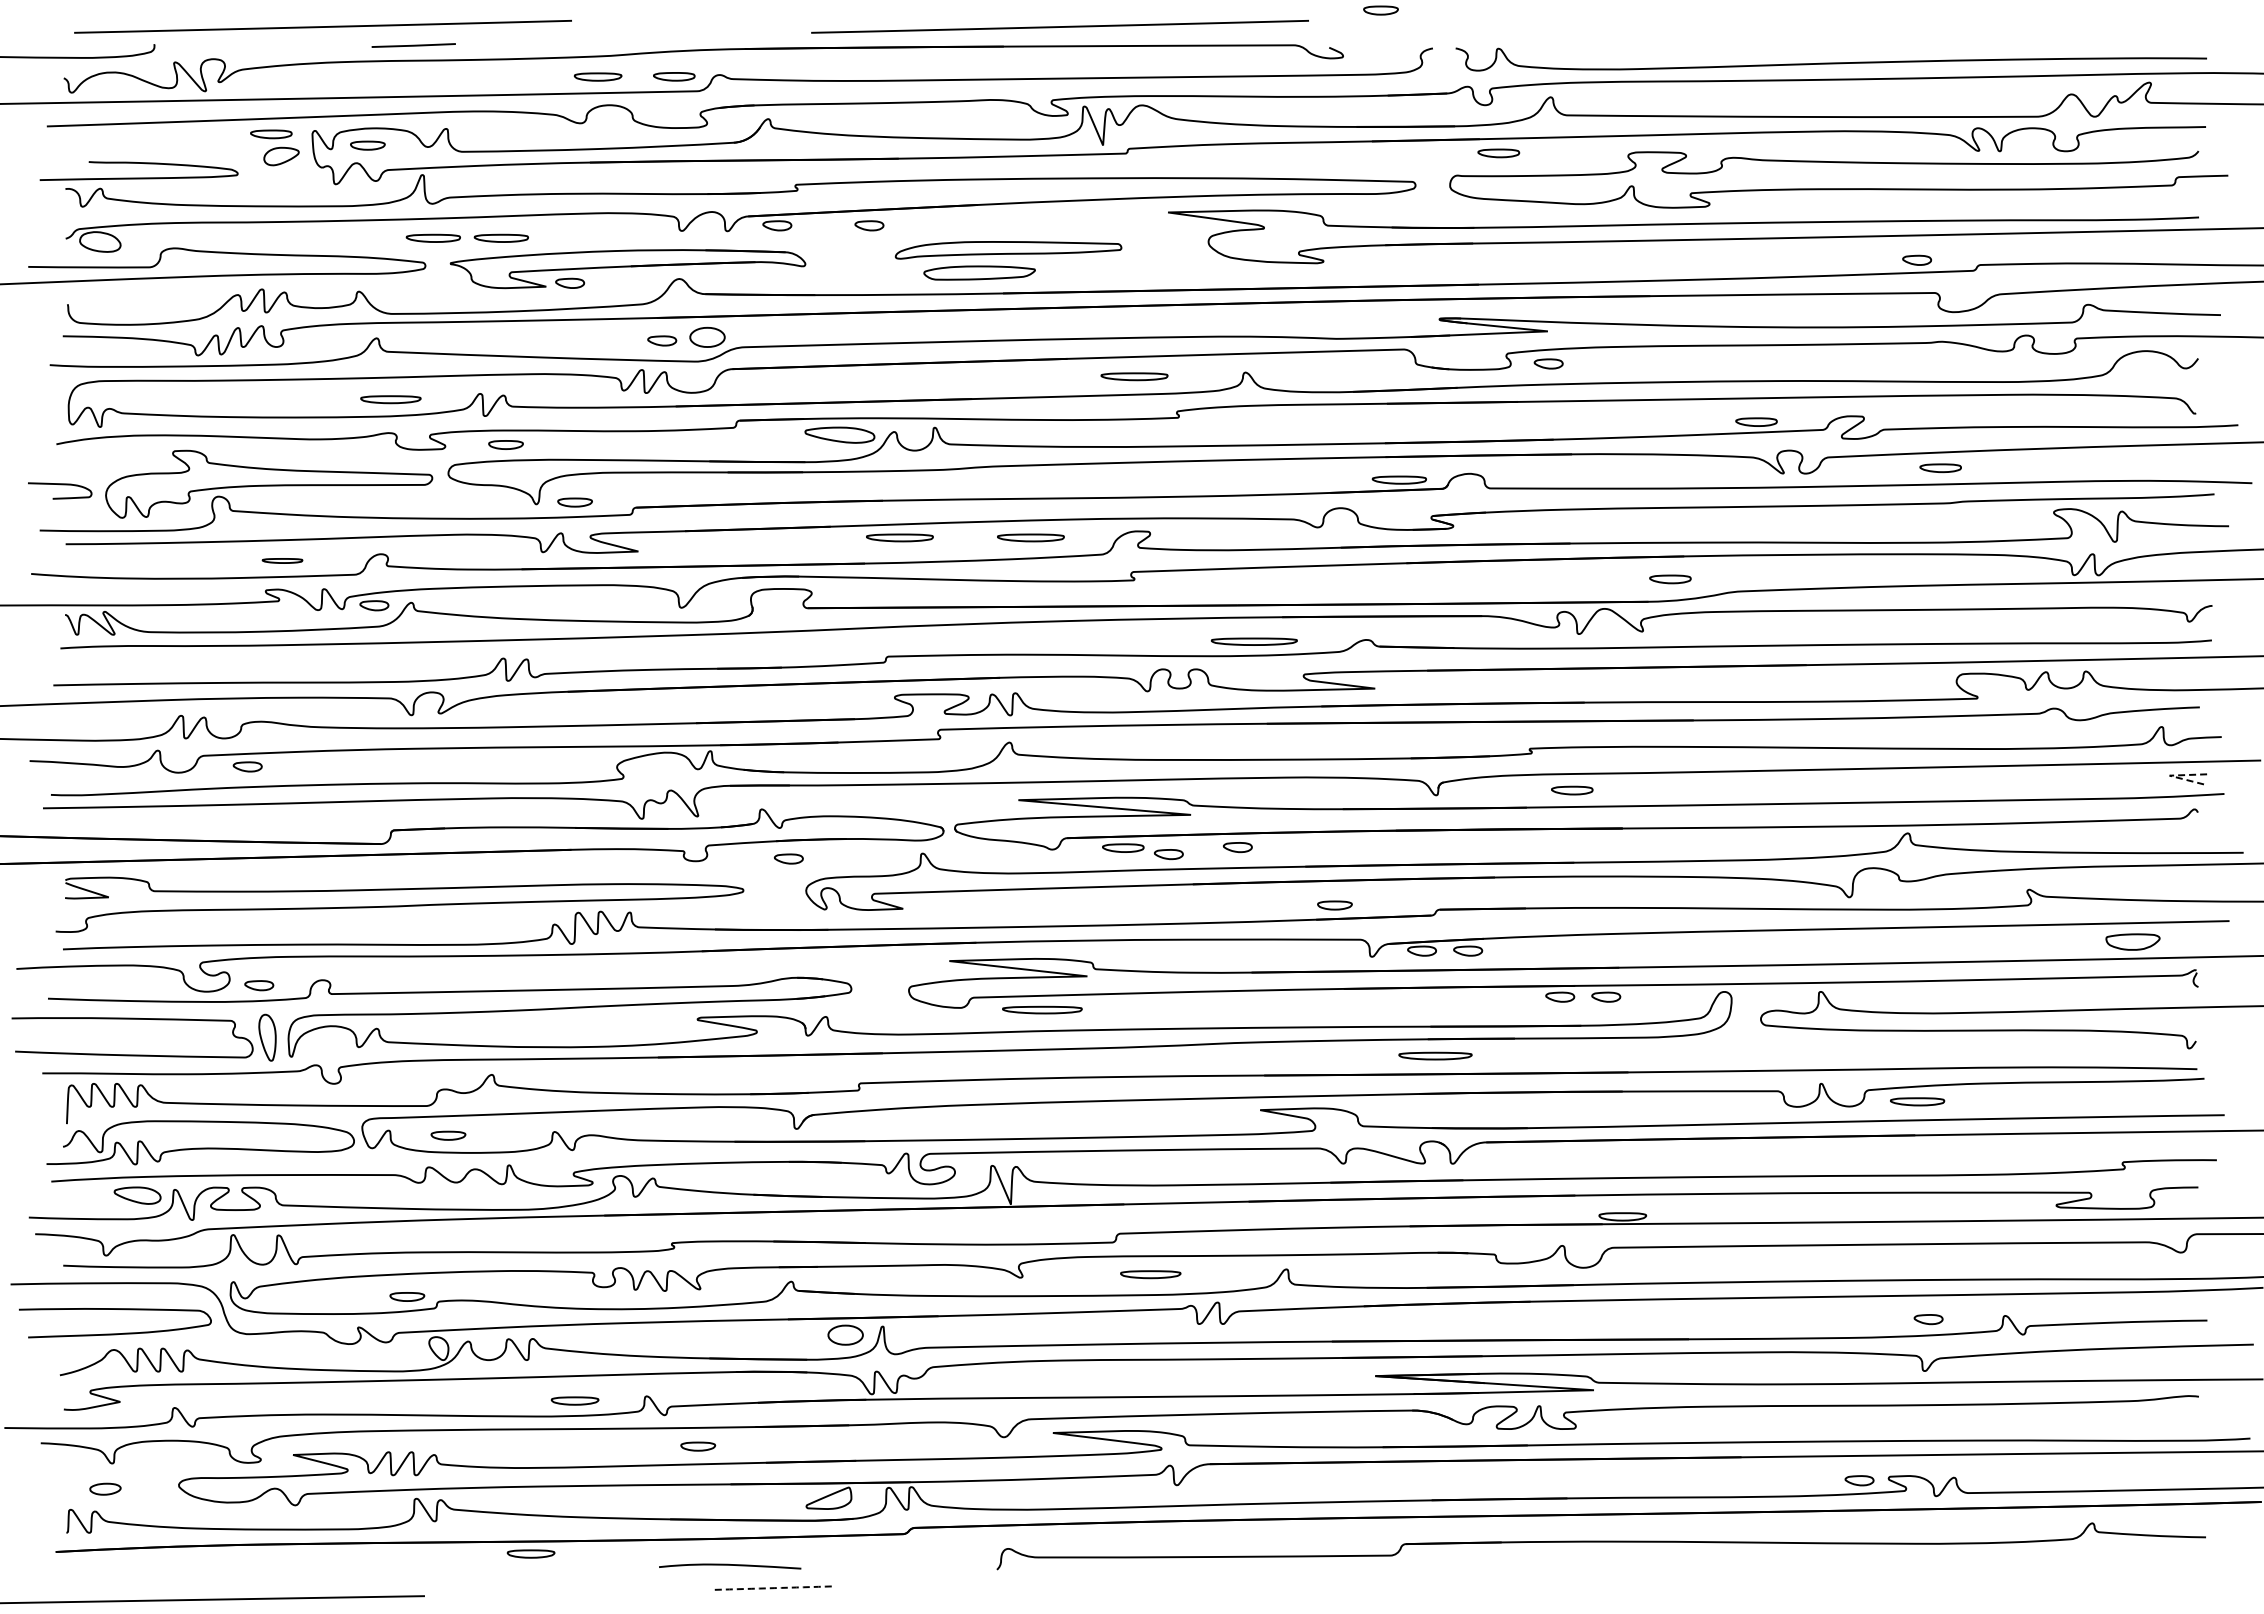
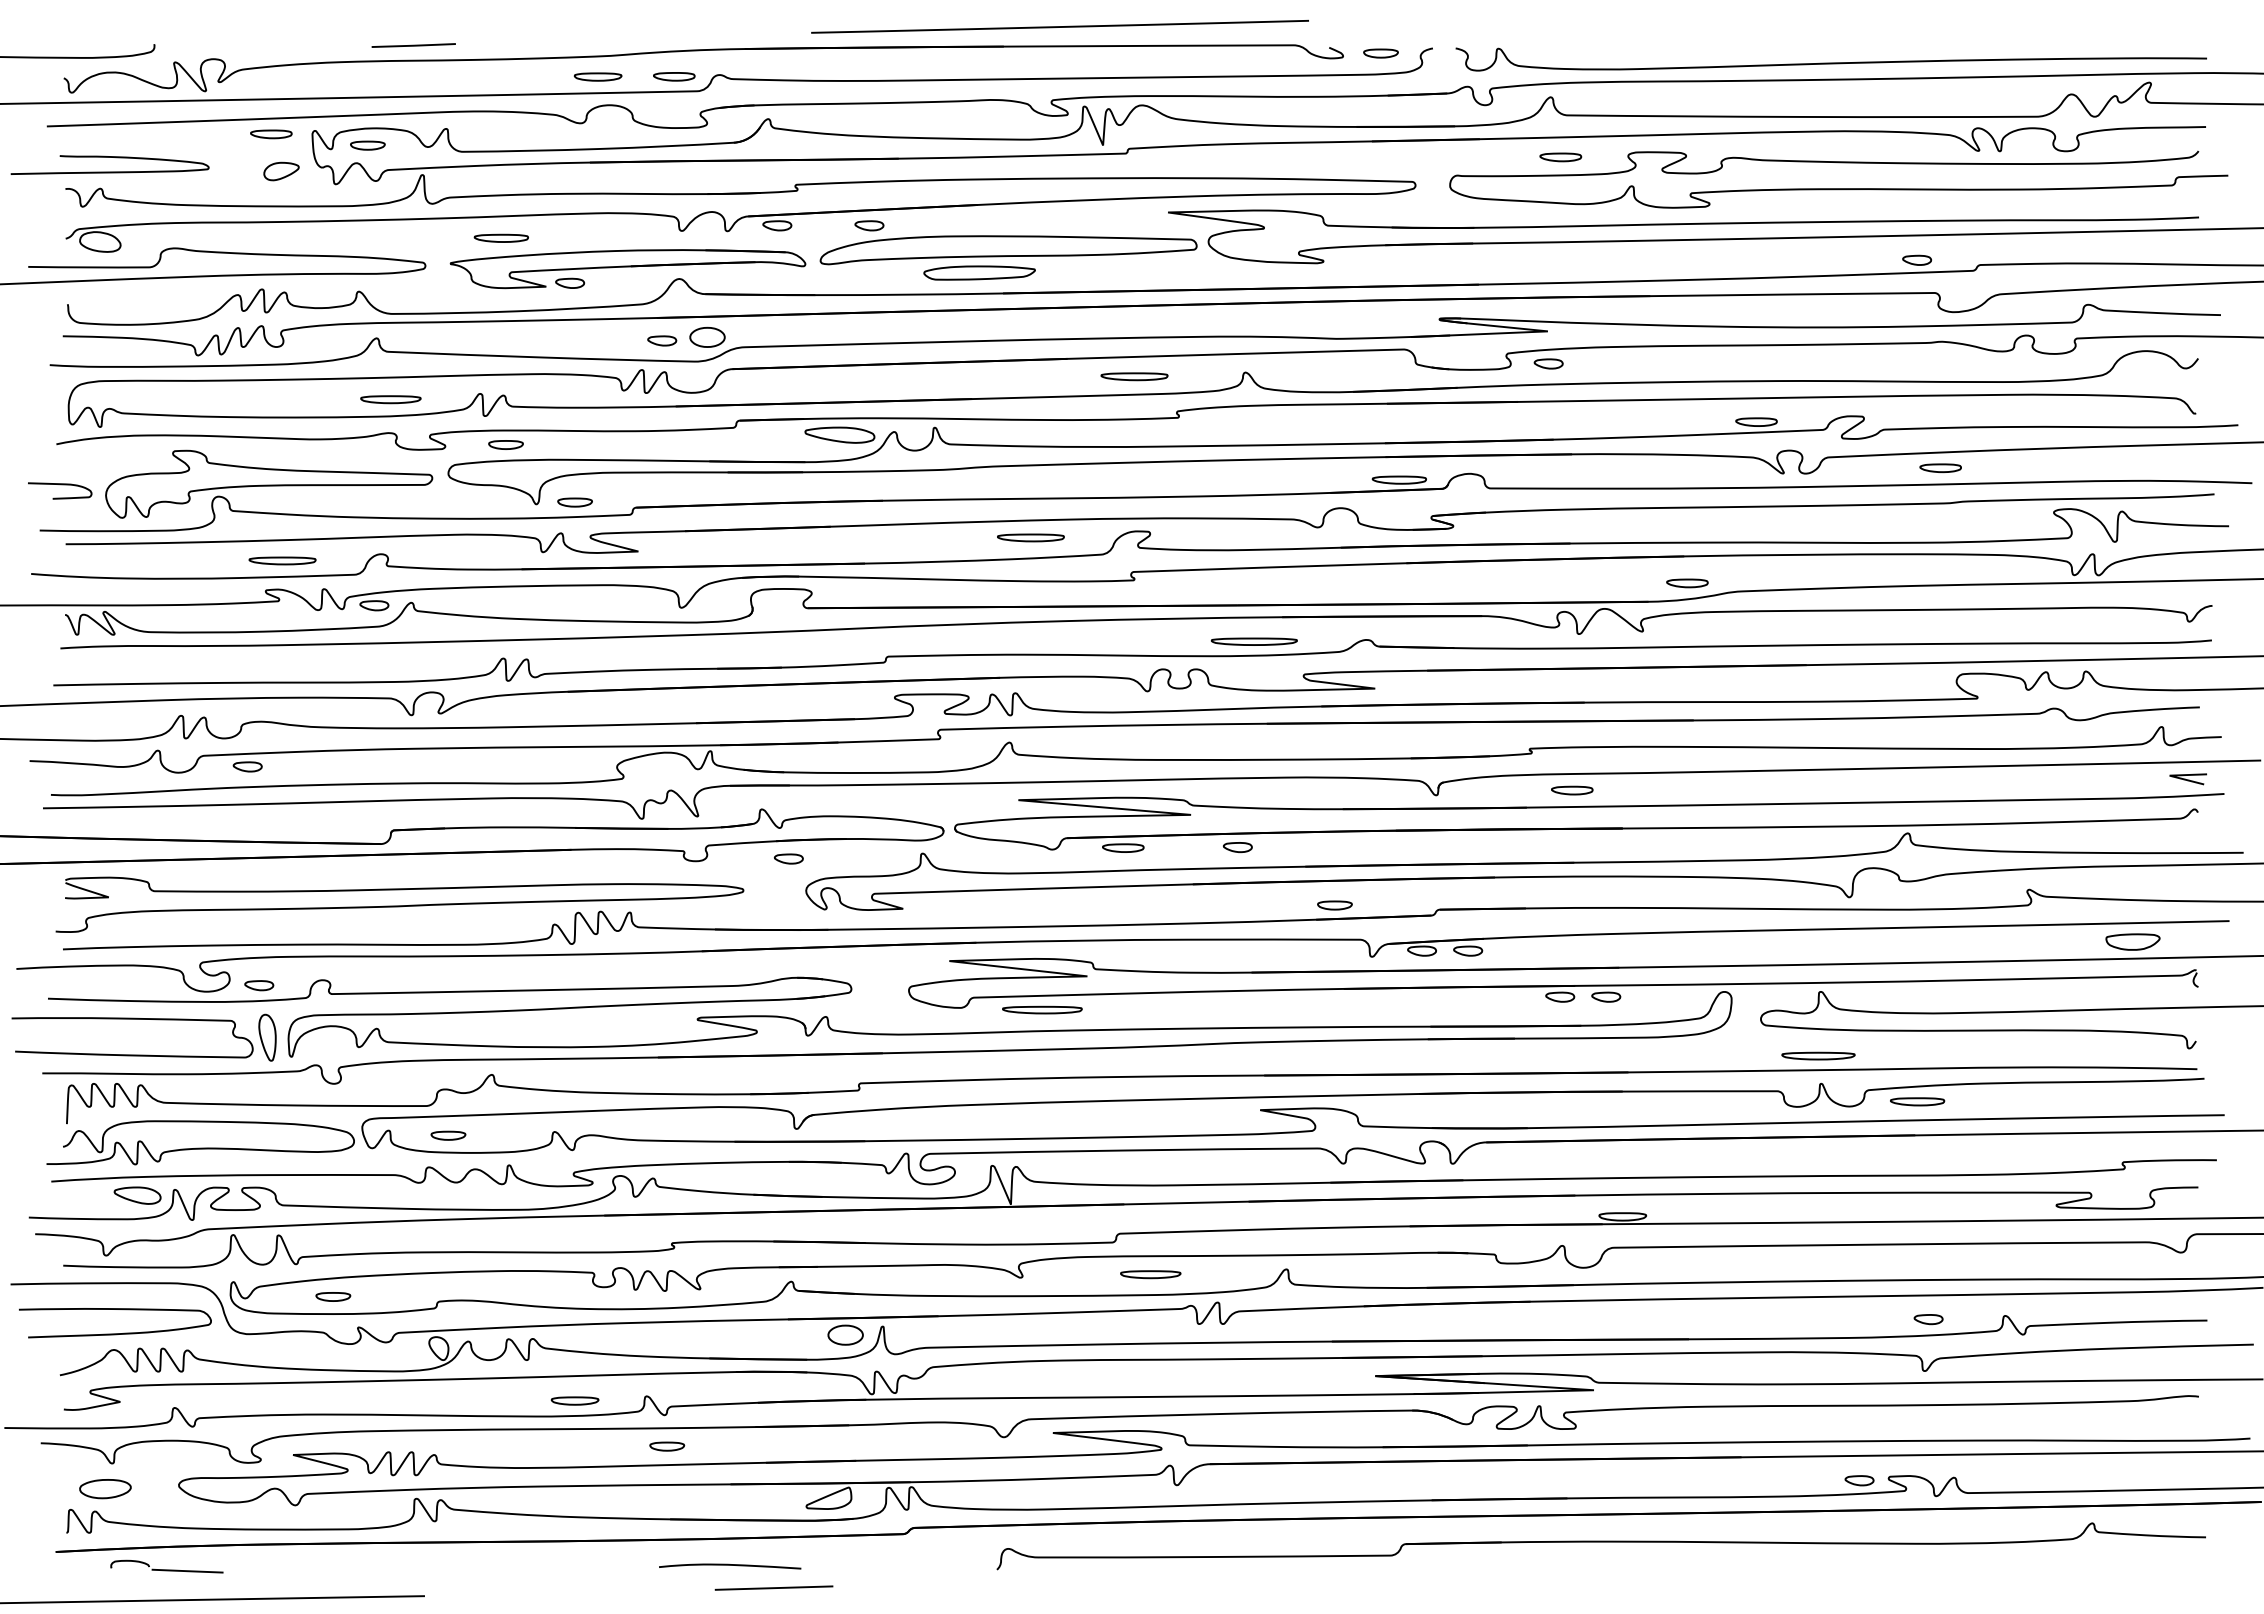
part at (1380, 10) position: (1380, 10) -> (1380, 53)
line at (322, 26): present -> none
part at (1498, 153) position: (1498, 153) -> (1560, 157)
part at (281, 156) position: (281, 156) -> (281, 171)
curve at (138, 163) position: (138, 163) -> (109, 157)
part at (432, 237): present -> none
part at (1008, 250) size: 229x19 px -> 379x31 px
part at (899, 537): present -> none
part at (282, 560) size: 43x6 px -> 69x10 px
part at (1670, 579) position: (1670, 579) -> (1687, 583)
line at (2169, 775): dashed -> solid
part at (1168, 854): present -> none
part at (1435, 1055) position: (1435, 1055) -> (1818, 1055)
part at (407, 1296) position: (407, 1296) -> (333, 1296)
part at (698, 1446) position: (698, 1446) -> (667, 1446)
part at (105, 1488) size: 33x14 px -> 53x21 px
part at (530, 1553): present -> none
part at (166, 1566): none -> present
line at (774, 1588): dashed -> solid
